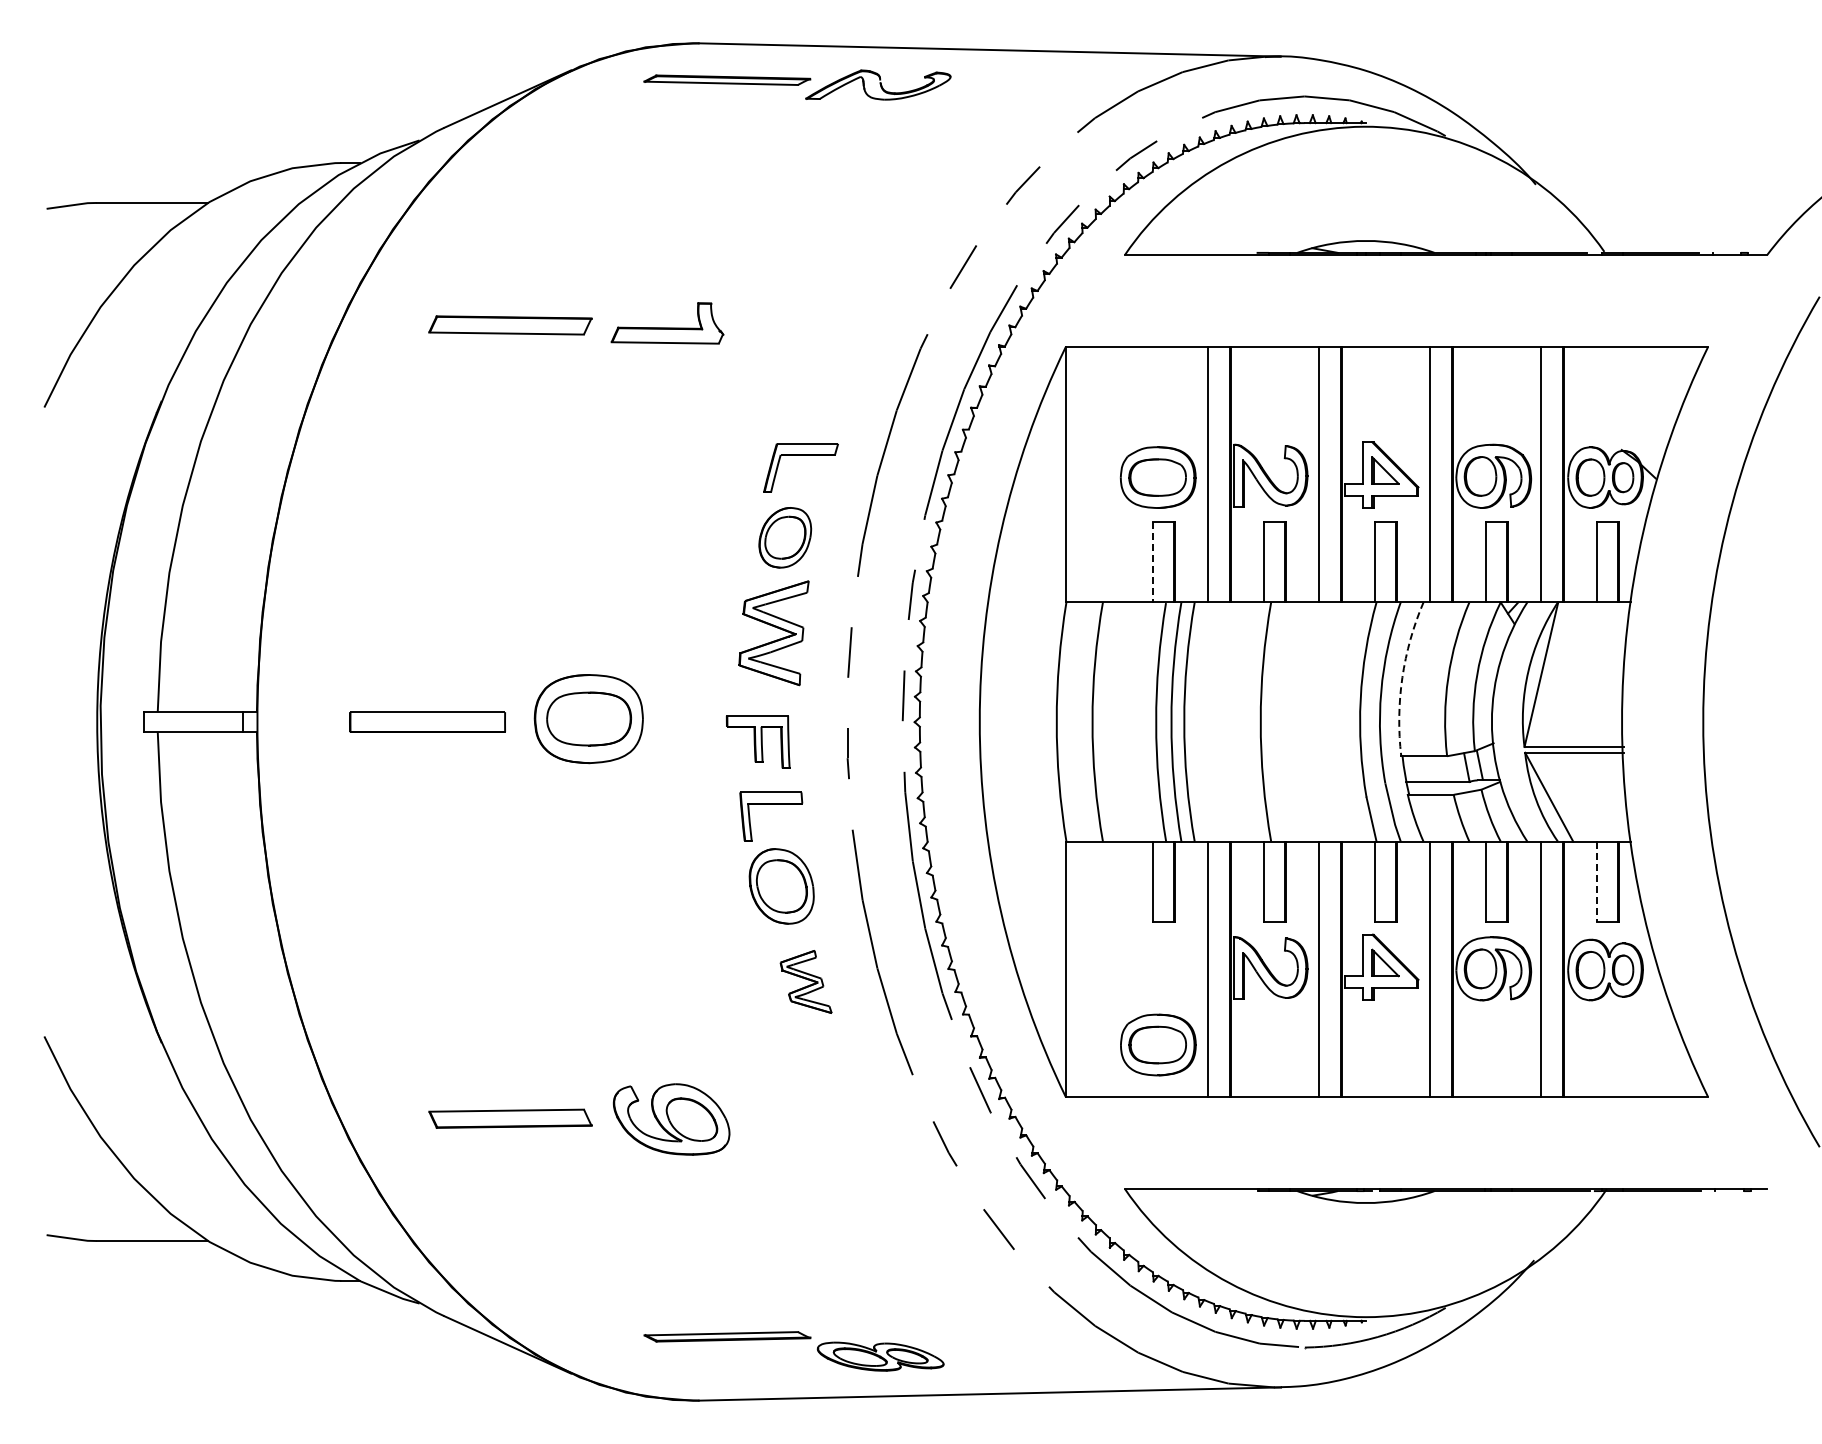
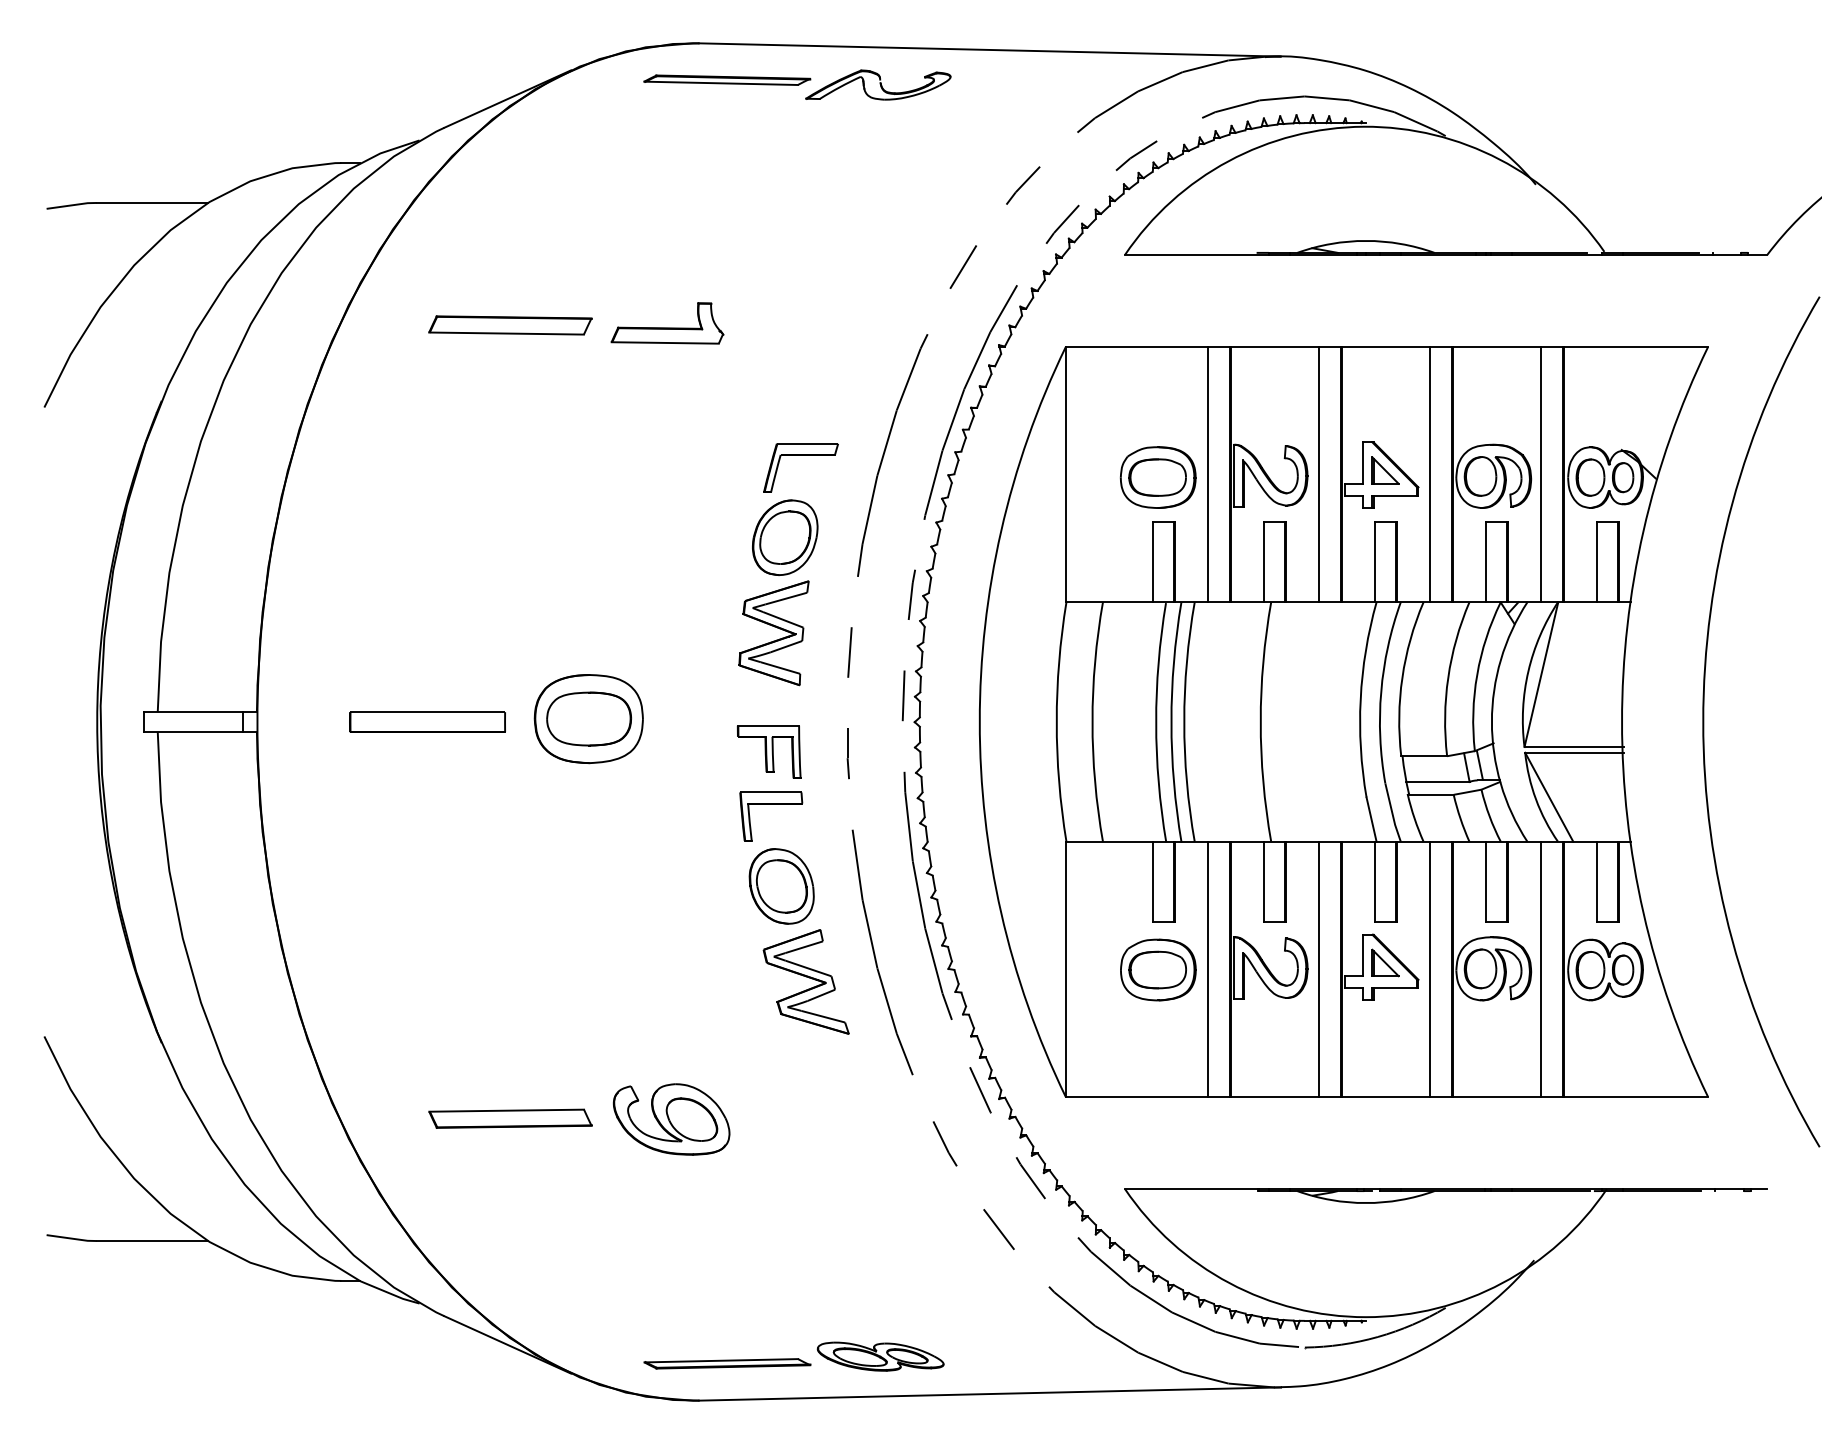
part at (785, 537) size: 55x62 px -> 67x78 px
line at (1152, 562): dashed -> solid
arc at (1402, 677): dashed -> solid
part at (757, 741) position: (757, 741) -> (768, 751)
line at (1596, 881): dashed -> solid
part at (805, 981) size: 54x64 px -> 88x106 px
part at (1158, 1044) position: (1158, 1044) -> (1158, 969)
part at (727, 1336) position: (727, 1336) -> (727, 1363)
